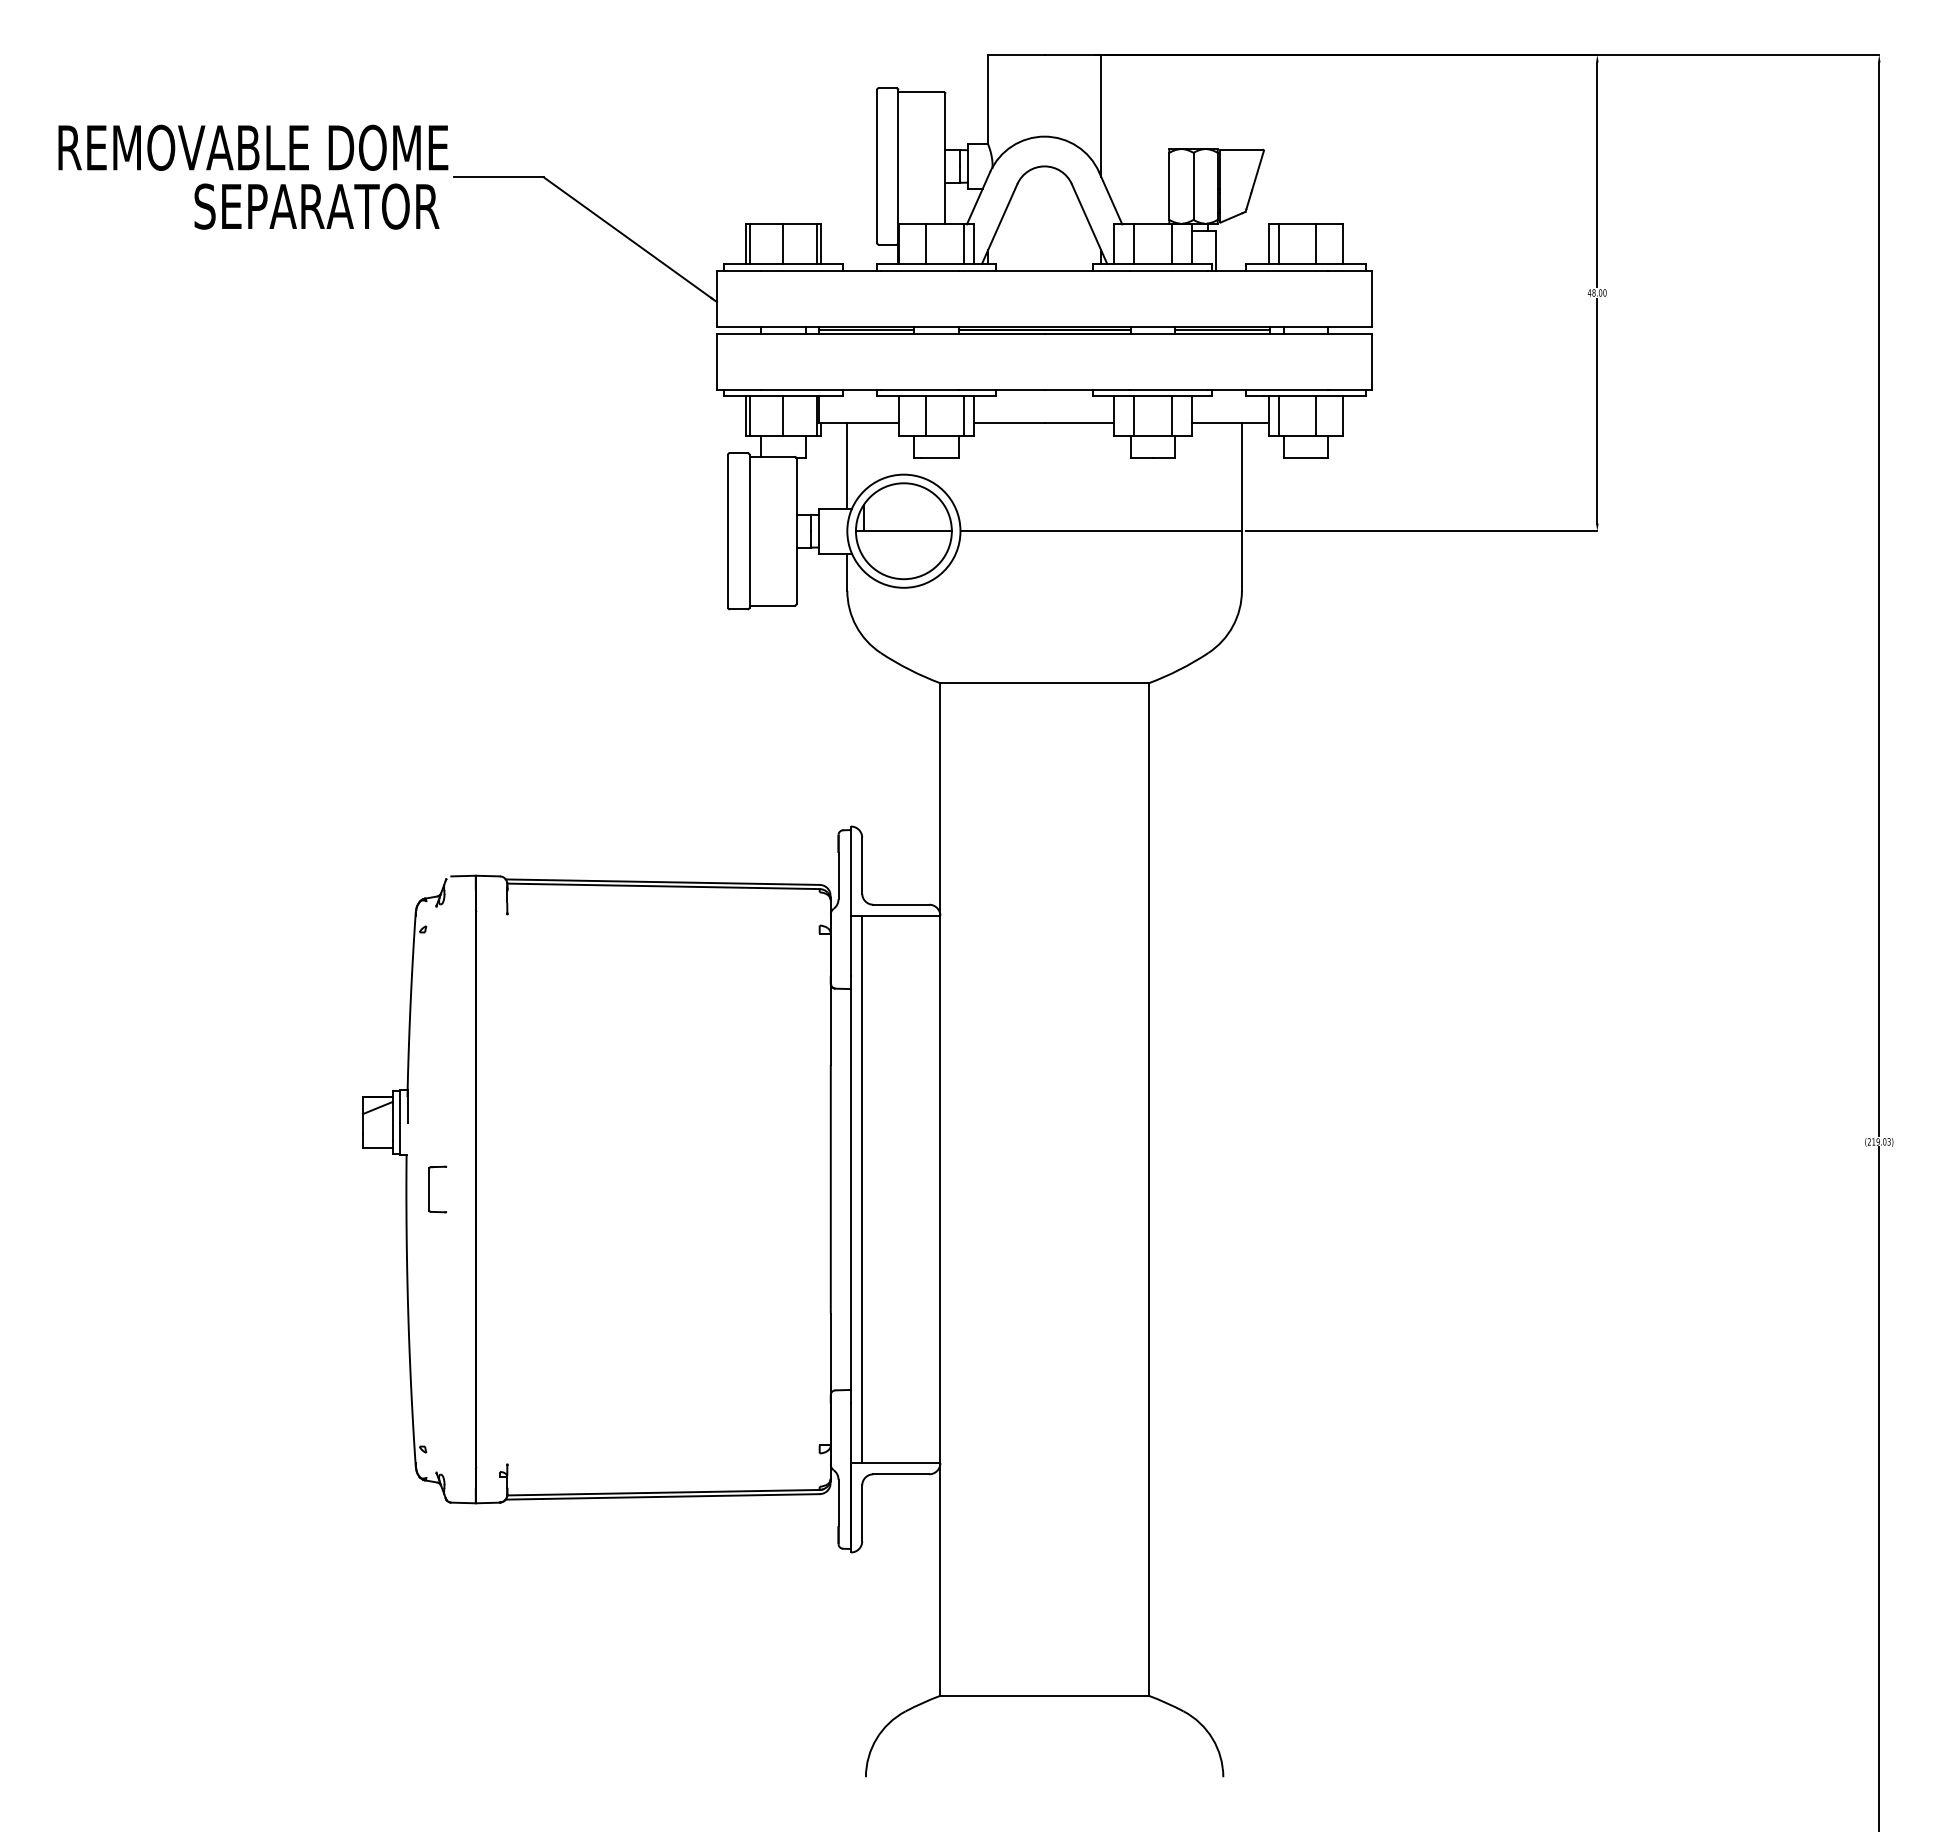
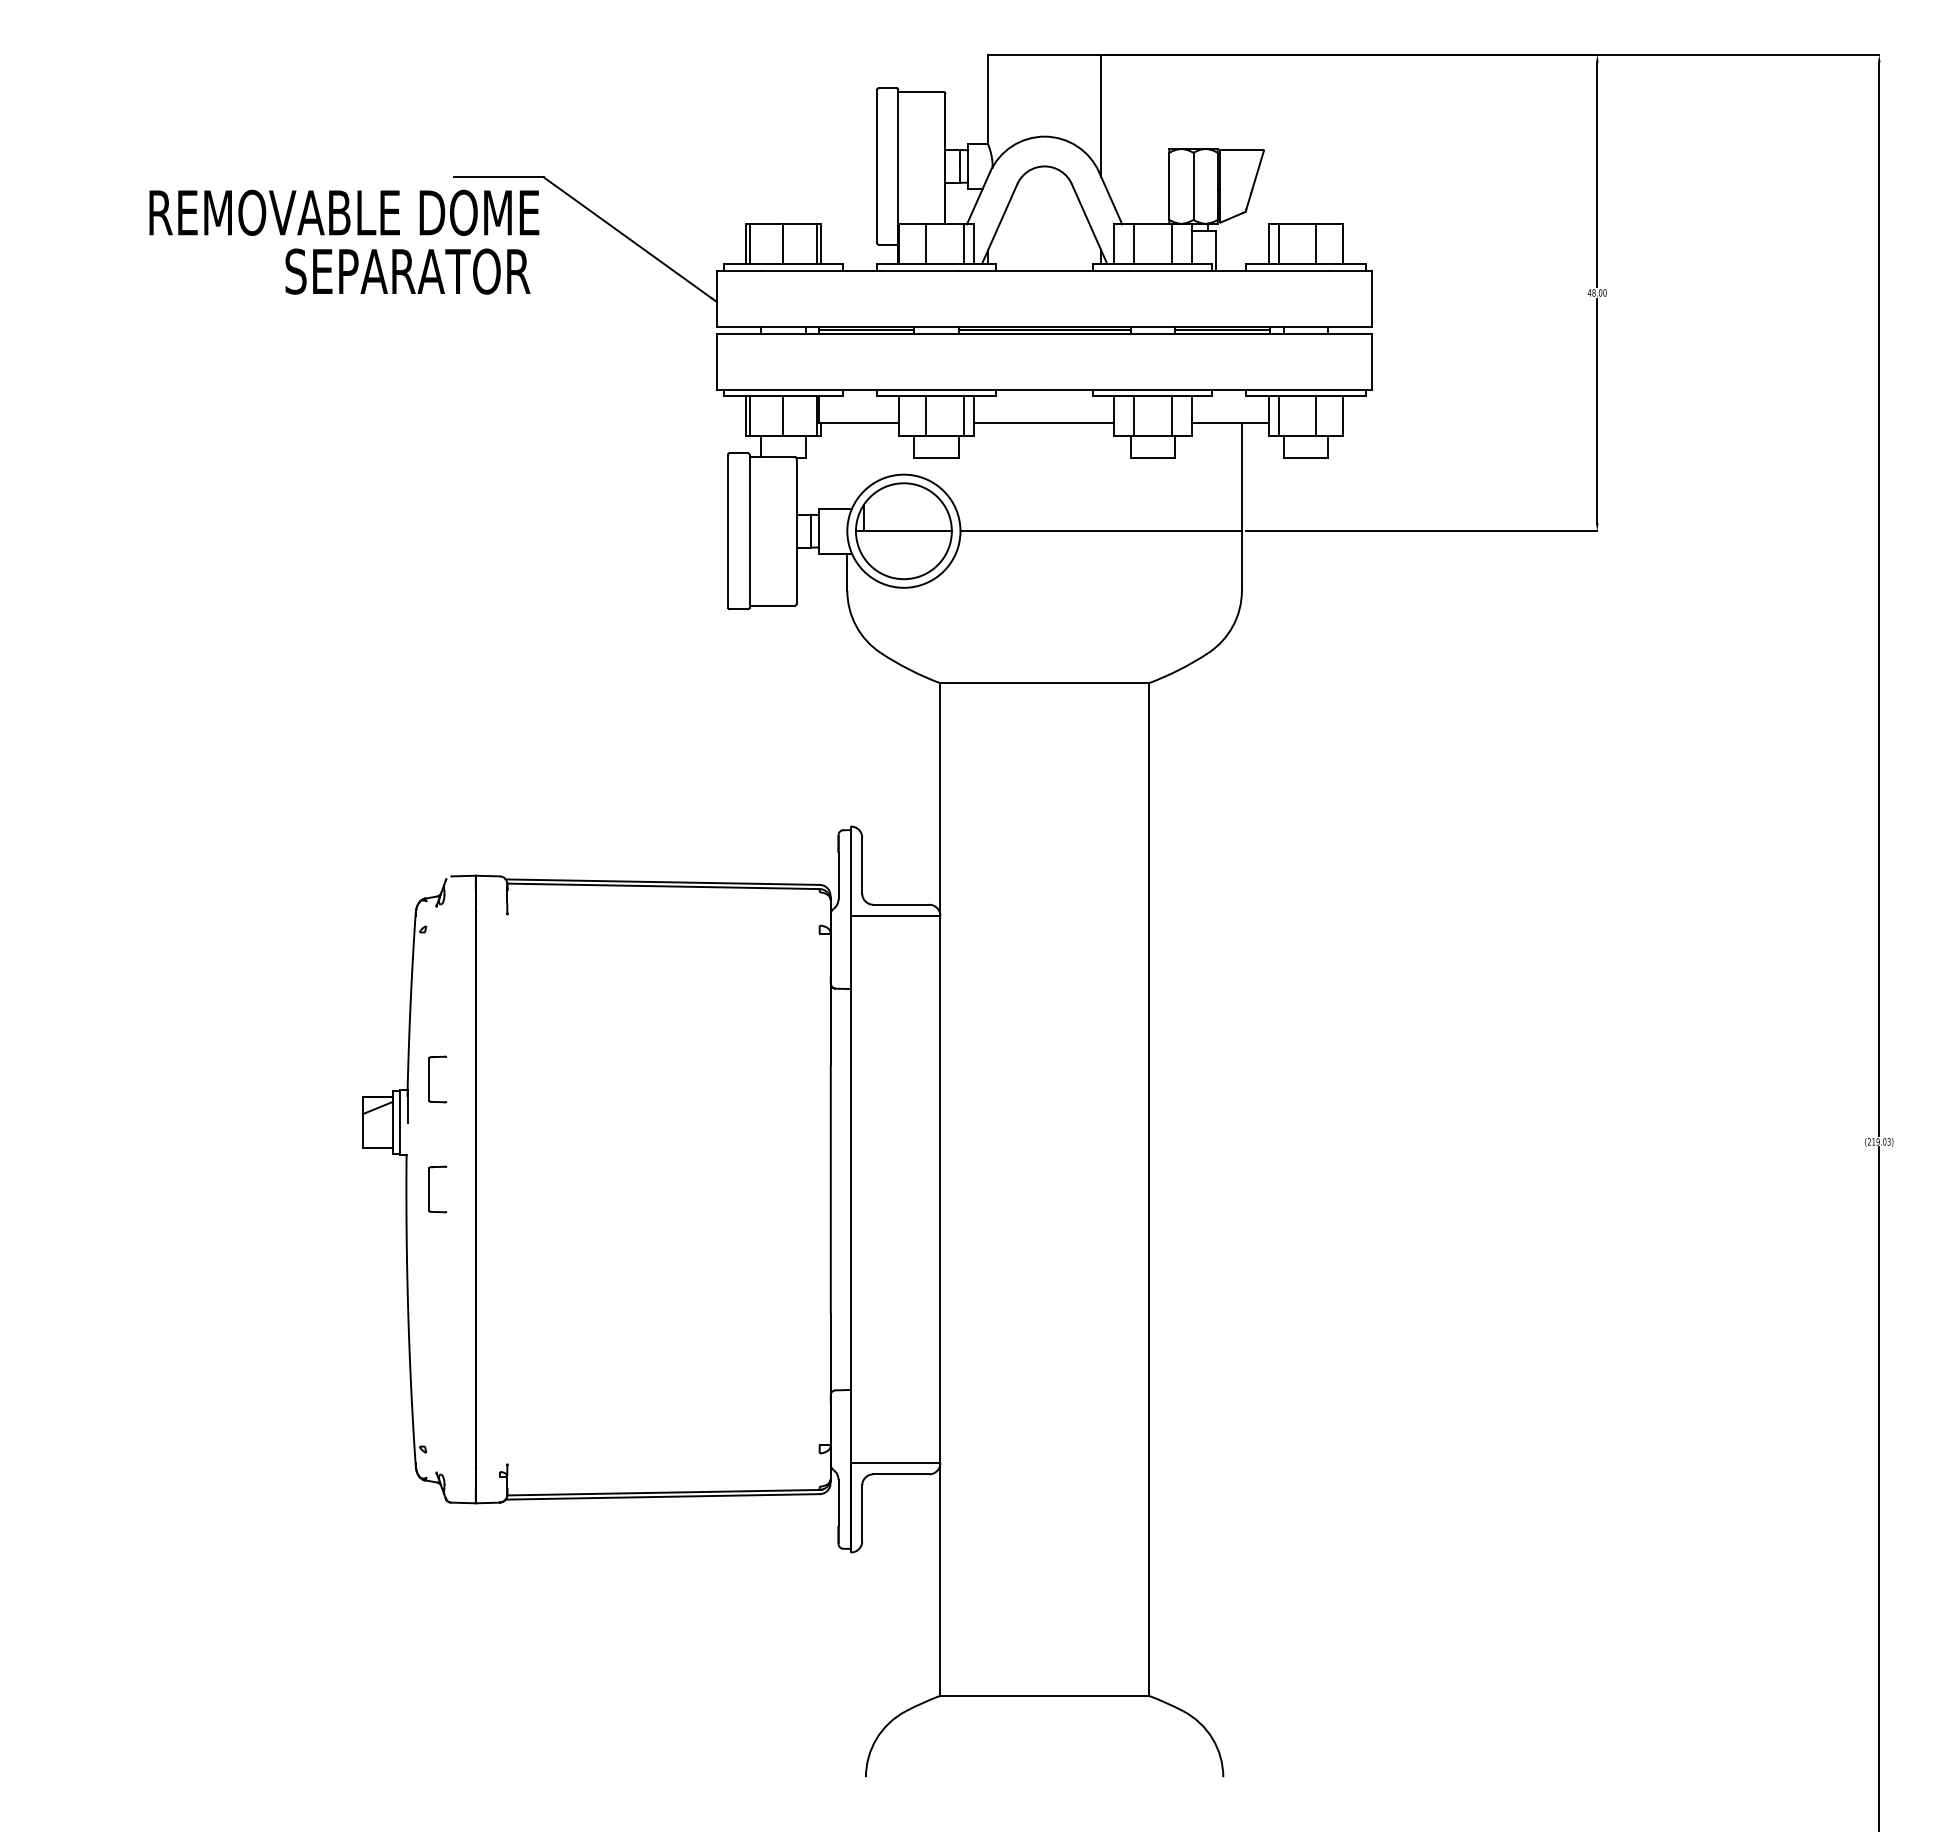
text at (253, 176) position: (253, 176) -> (344, 241)
line at (847, 465): present -> none
part at (429, 1079): none -> present
line at (862, 1189): present -> none
